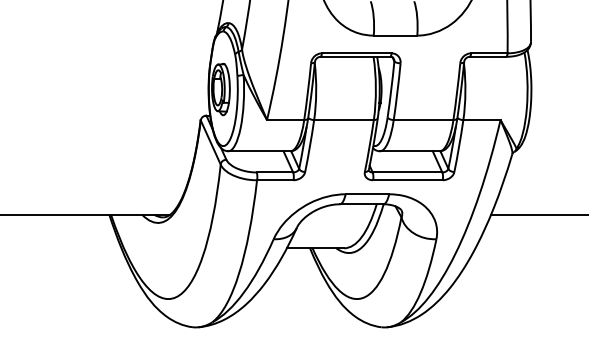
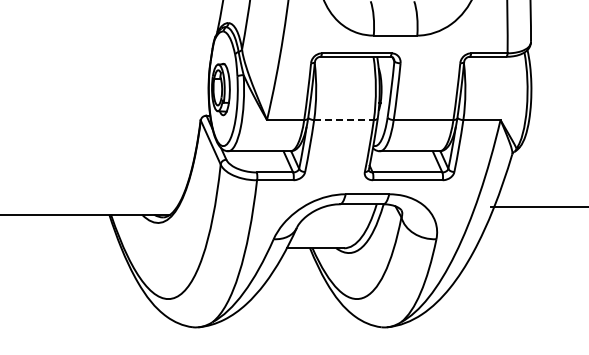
line at (344, 120): solid -> dashed
line at (538, 214) position: (538, 214) -> (538, 206)
